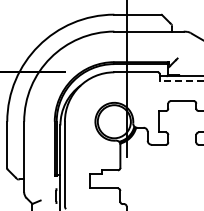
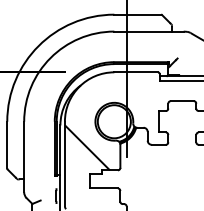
line at (181, 80): dashed -> solid
hatch at (86, 147): none -> present
